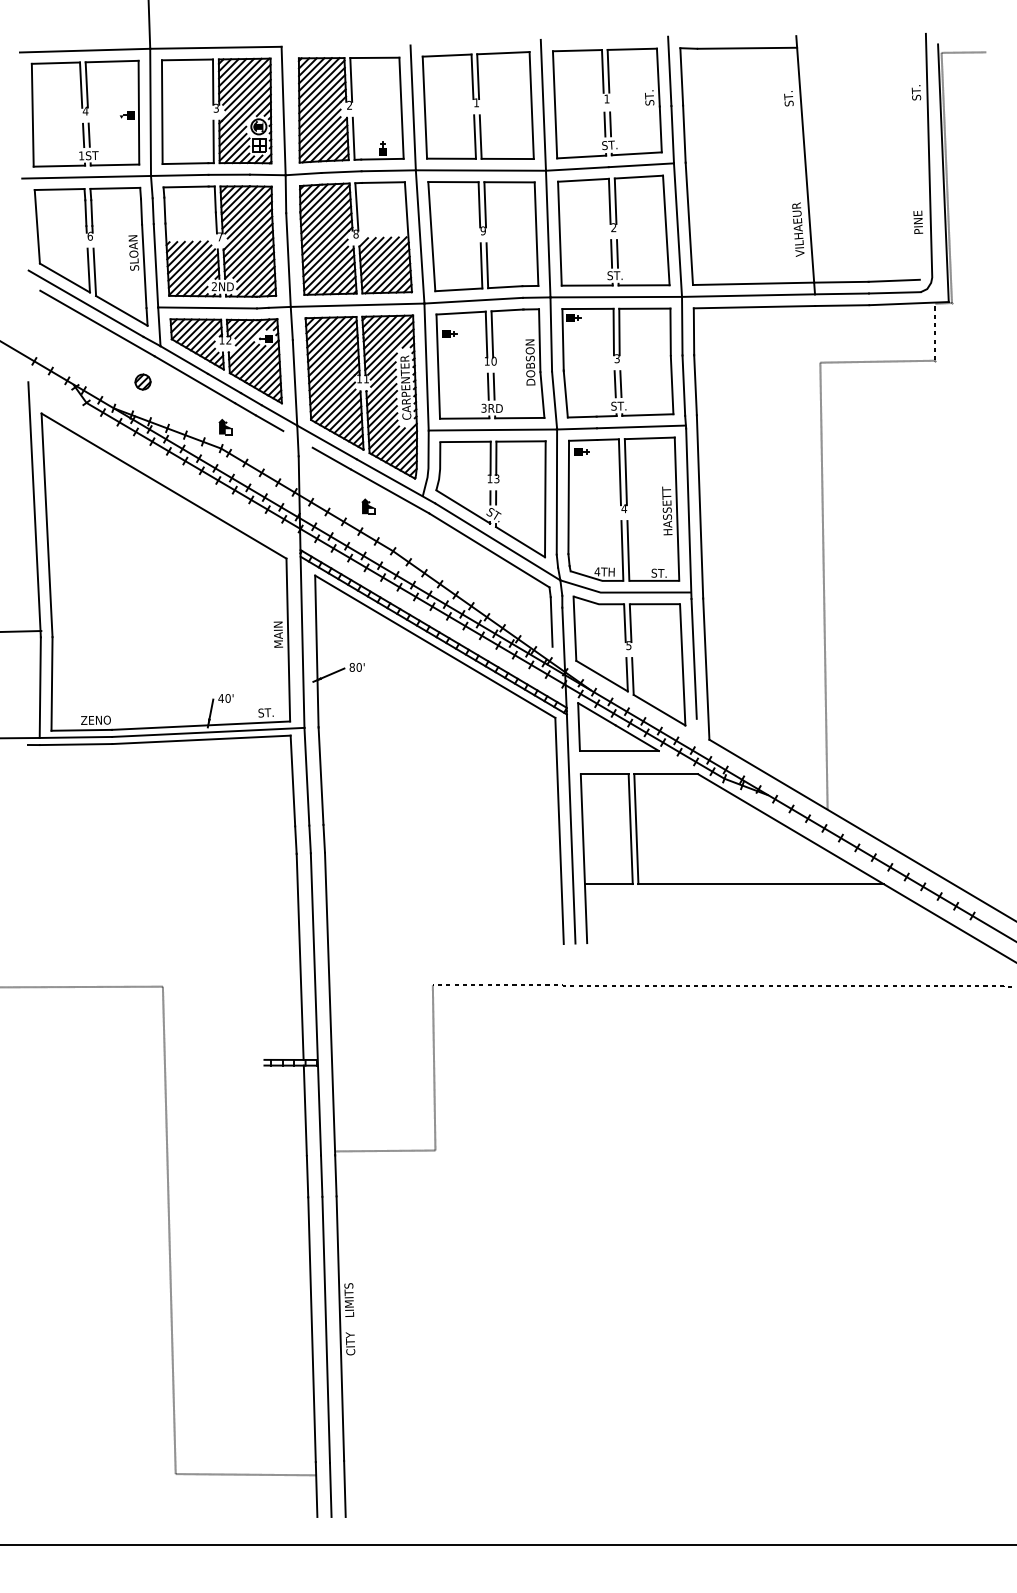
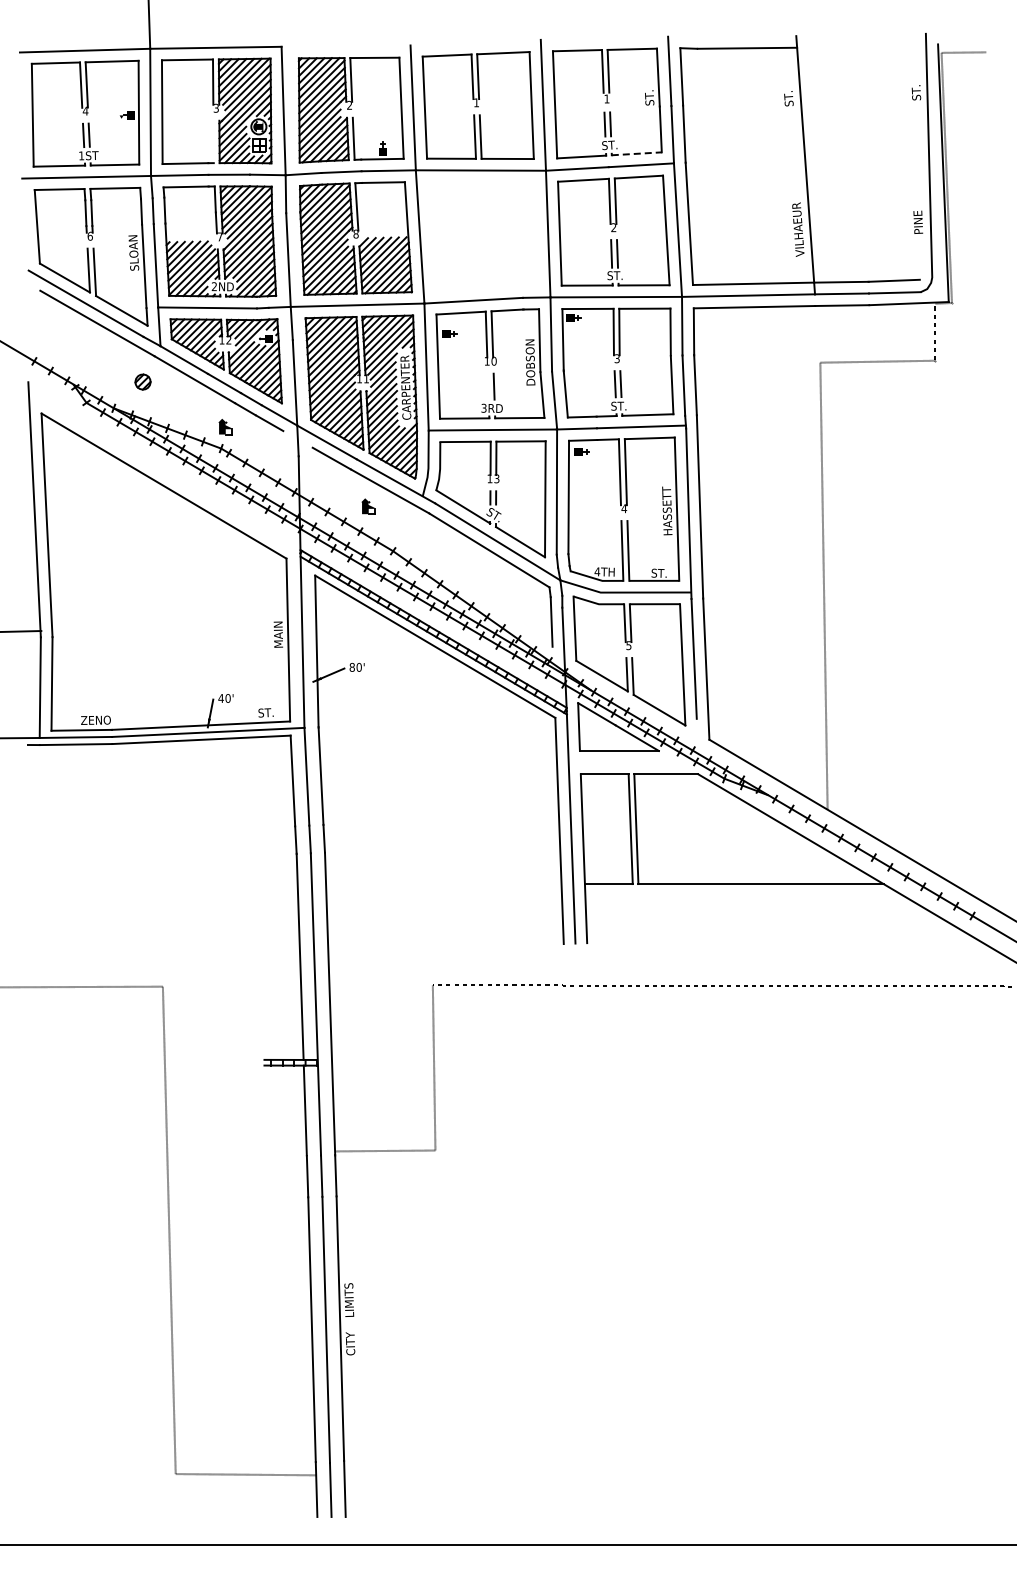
line at (213, 141): present -> none
line at (637, 153): solid -> dashed
part at (483, 236): present -> none
line at (487, 386): present -> none
